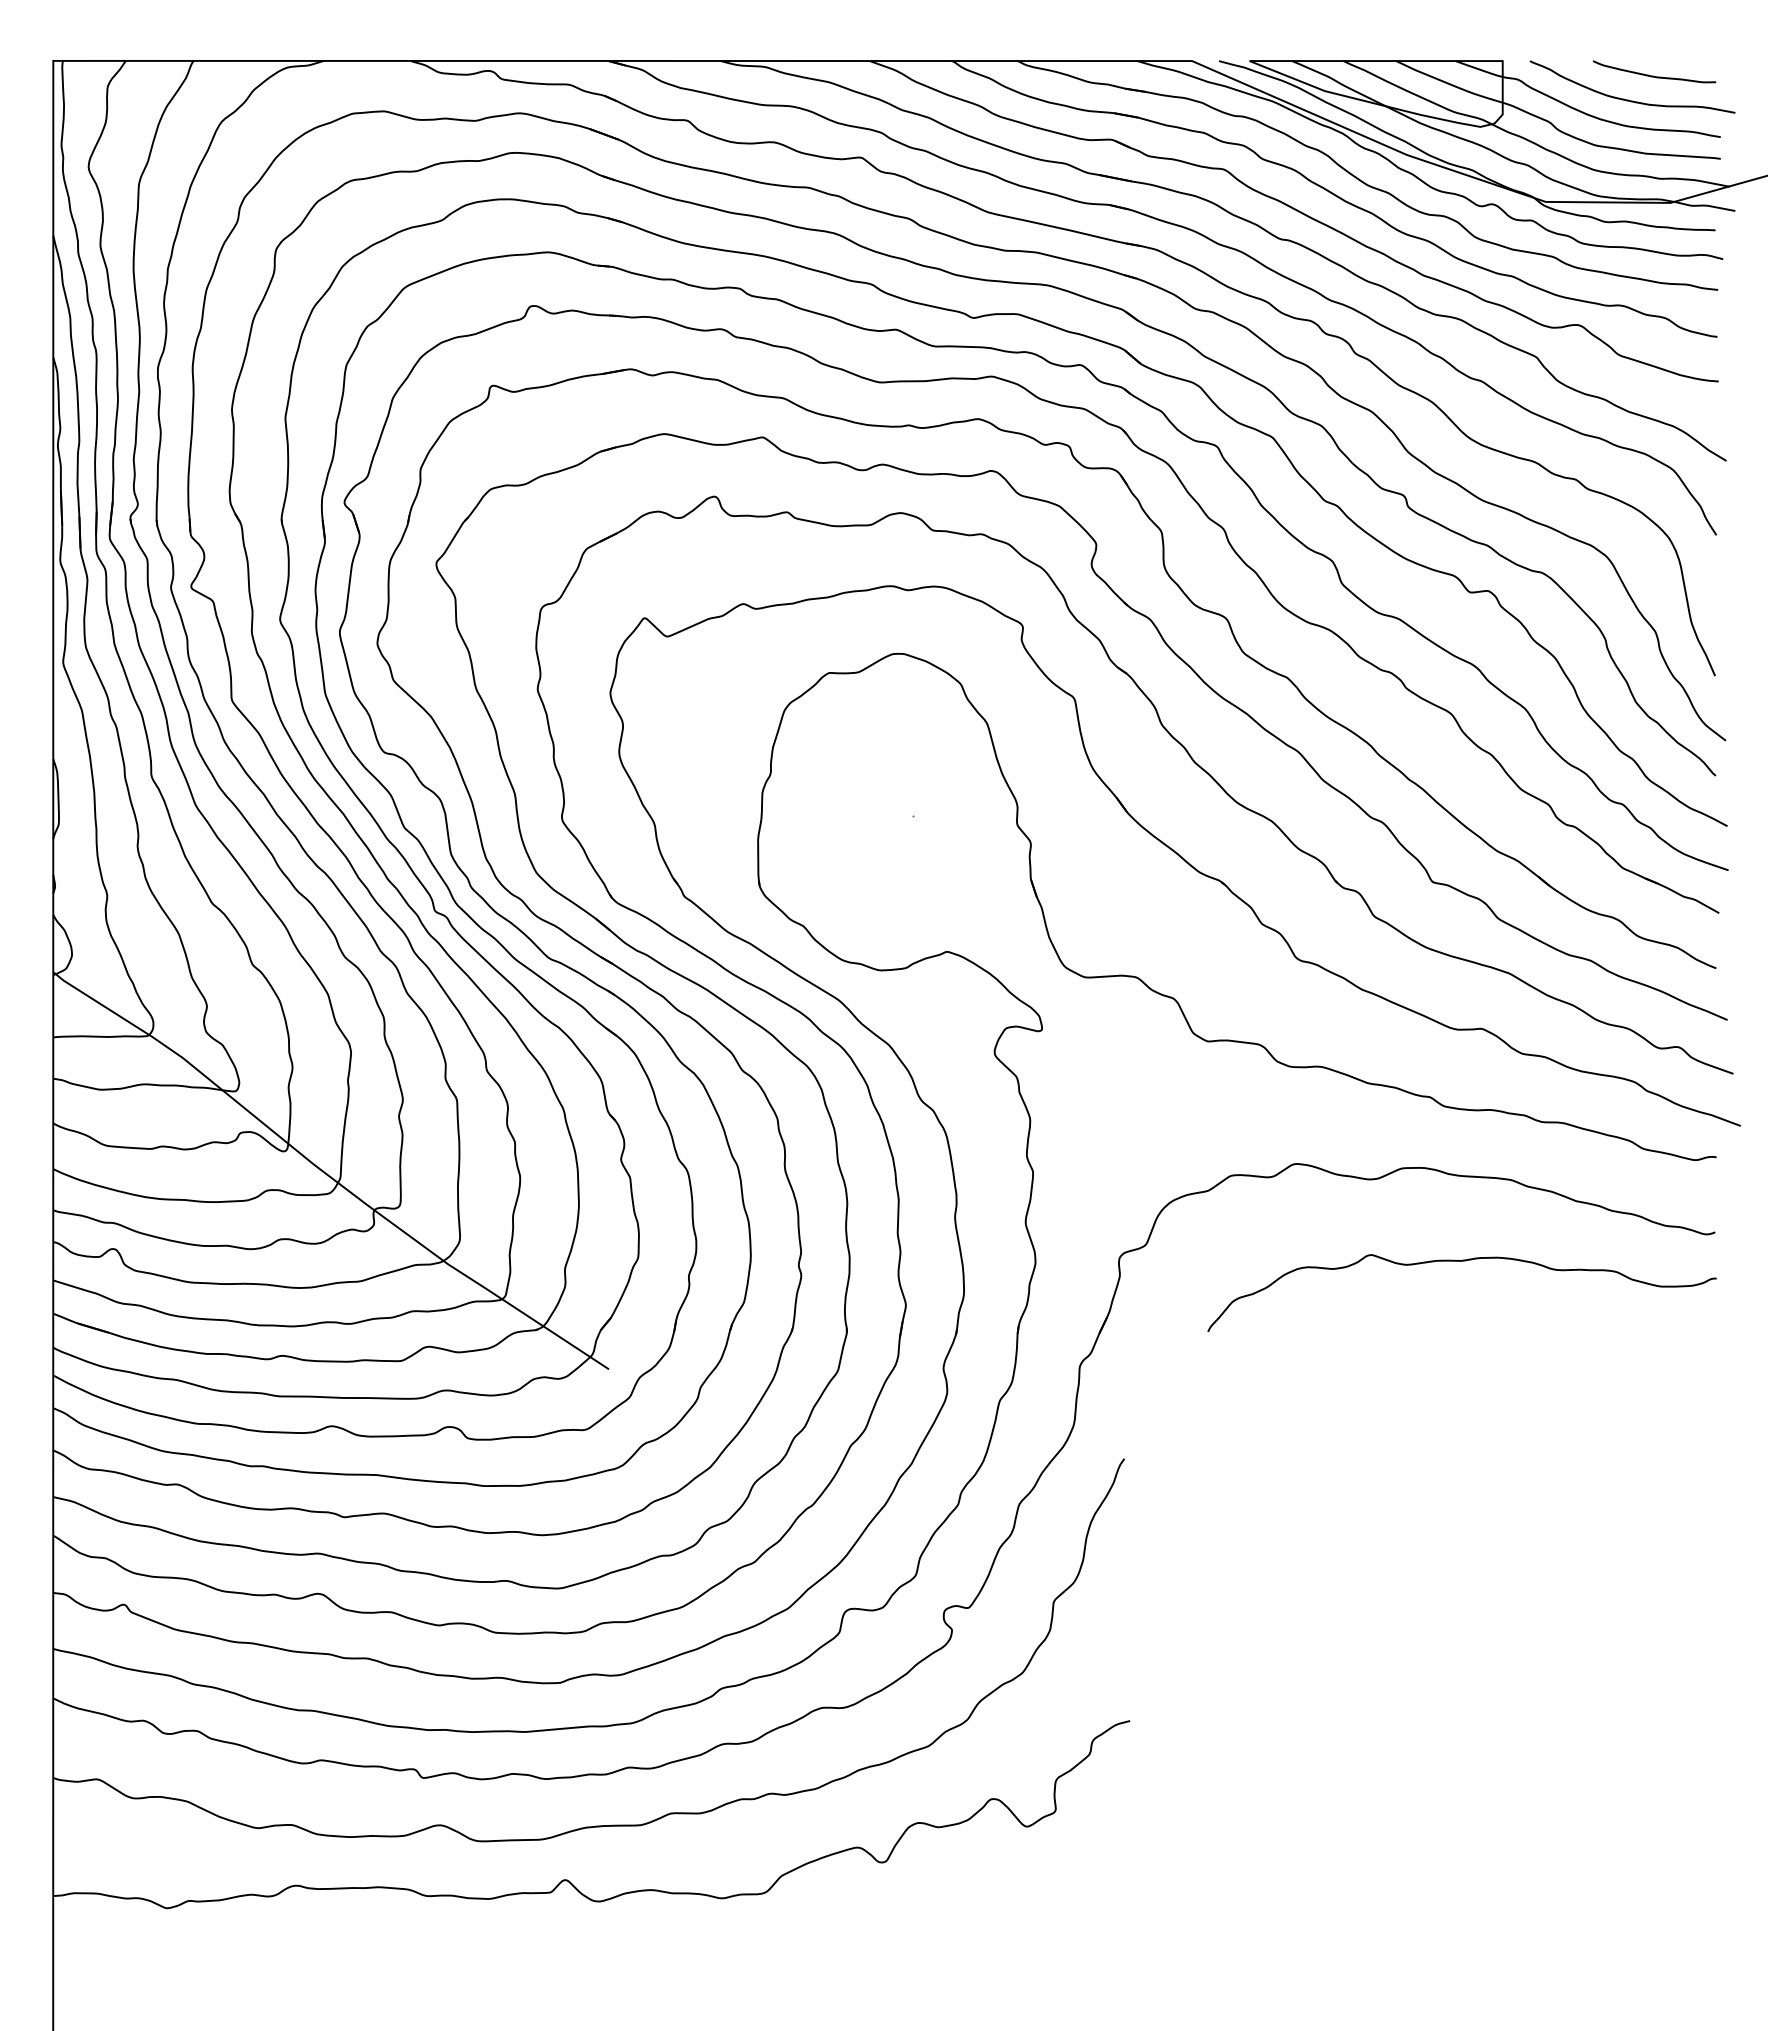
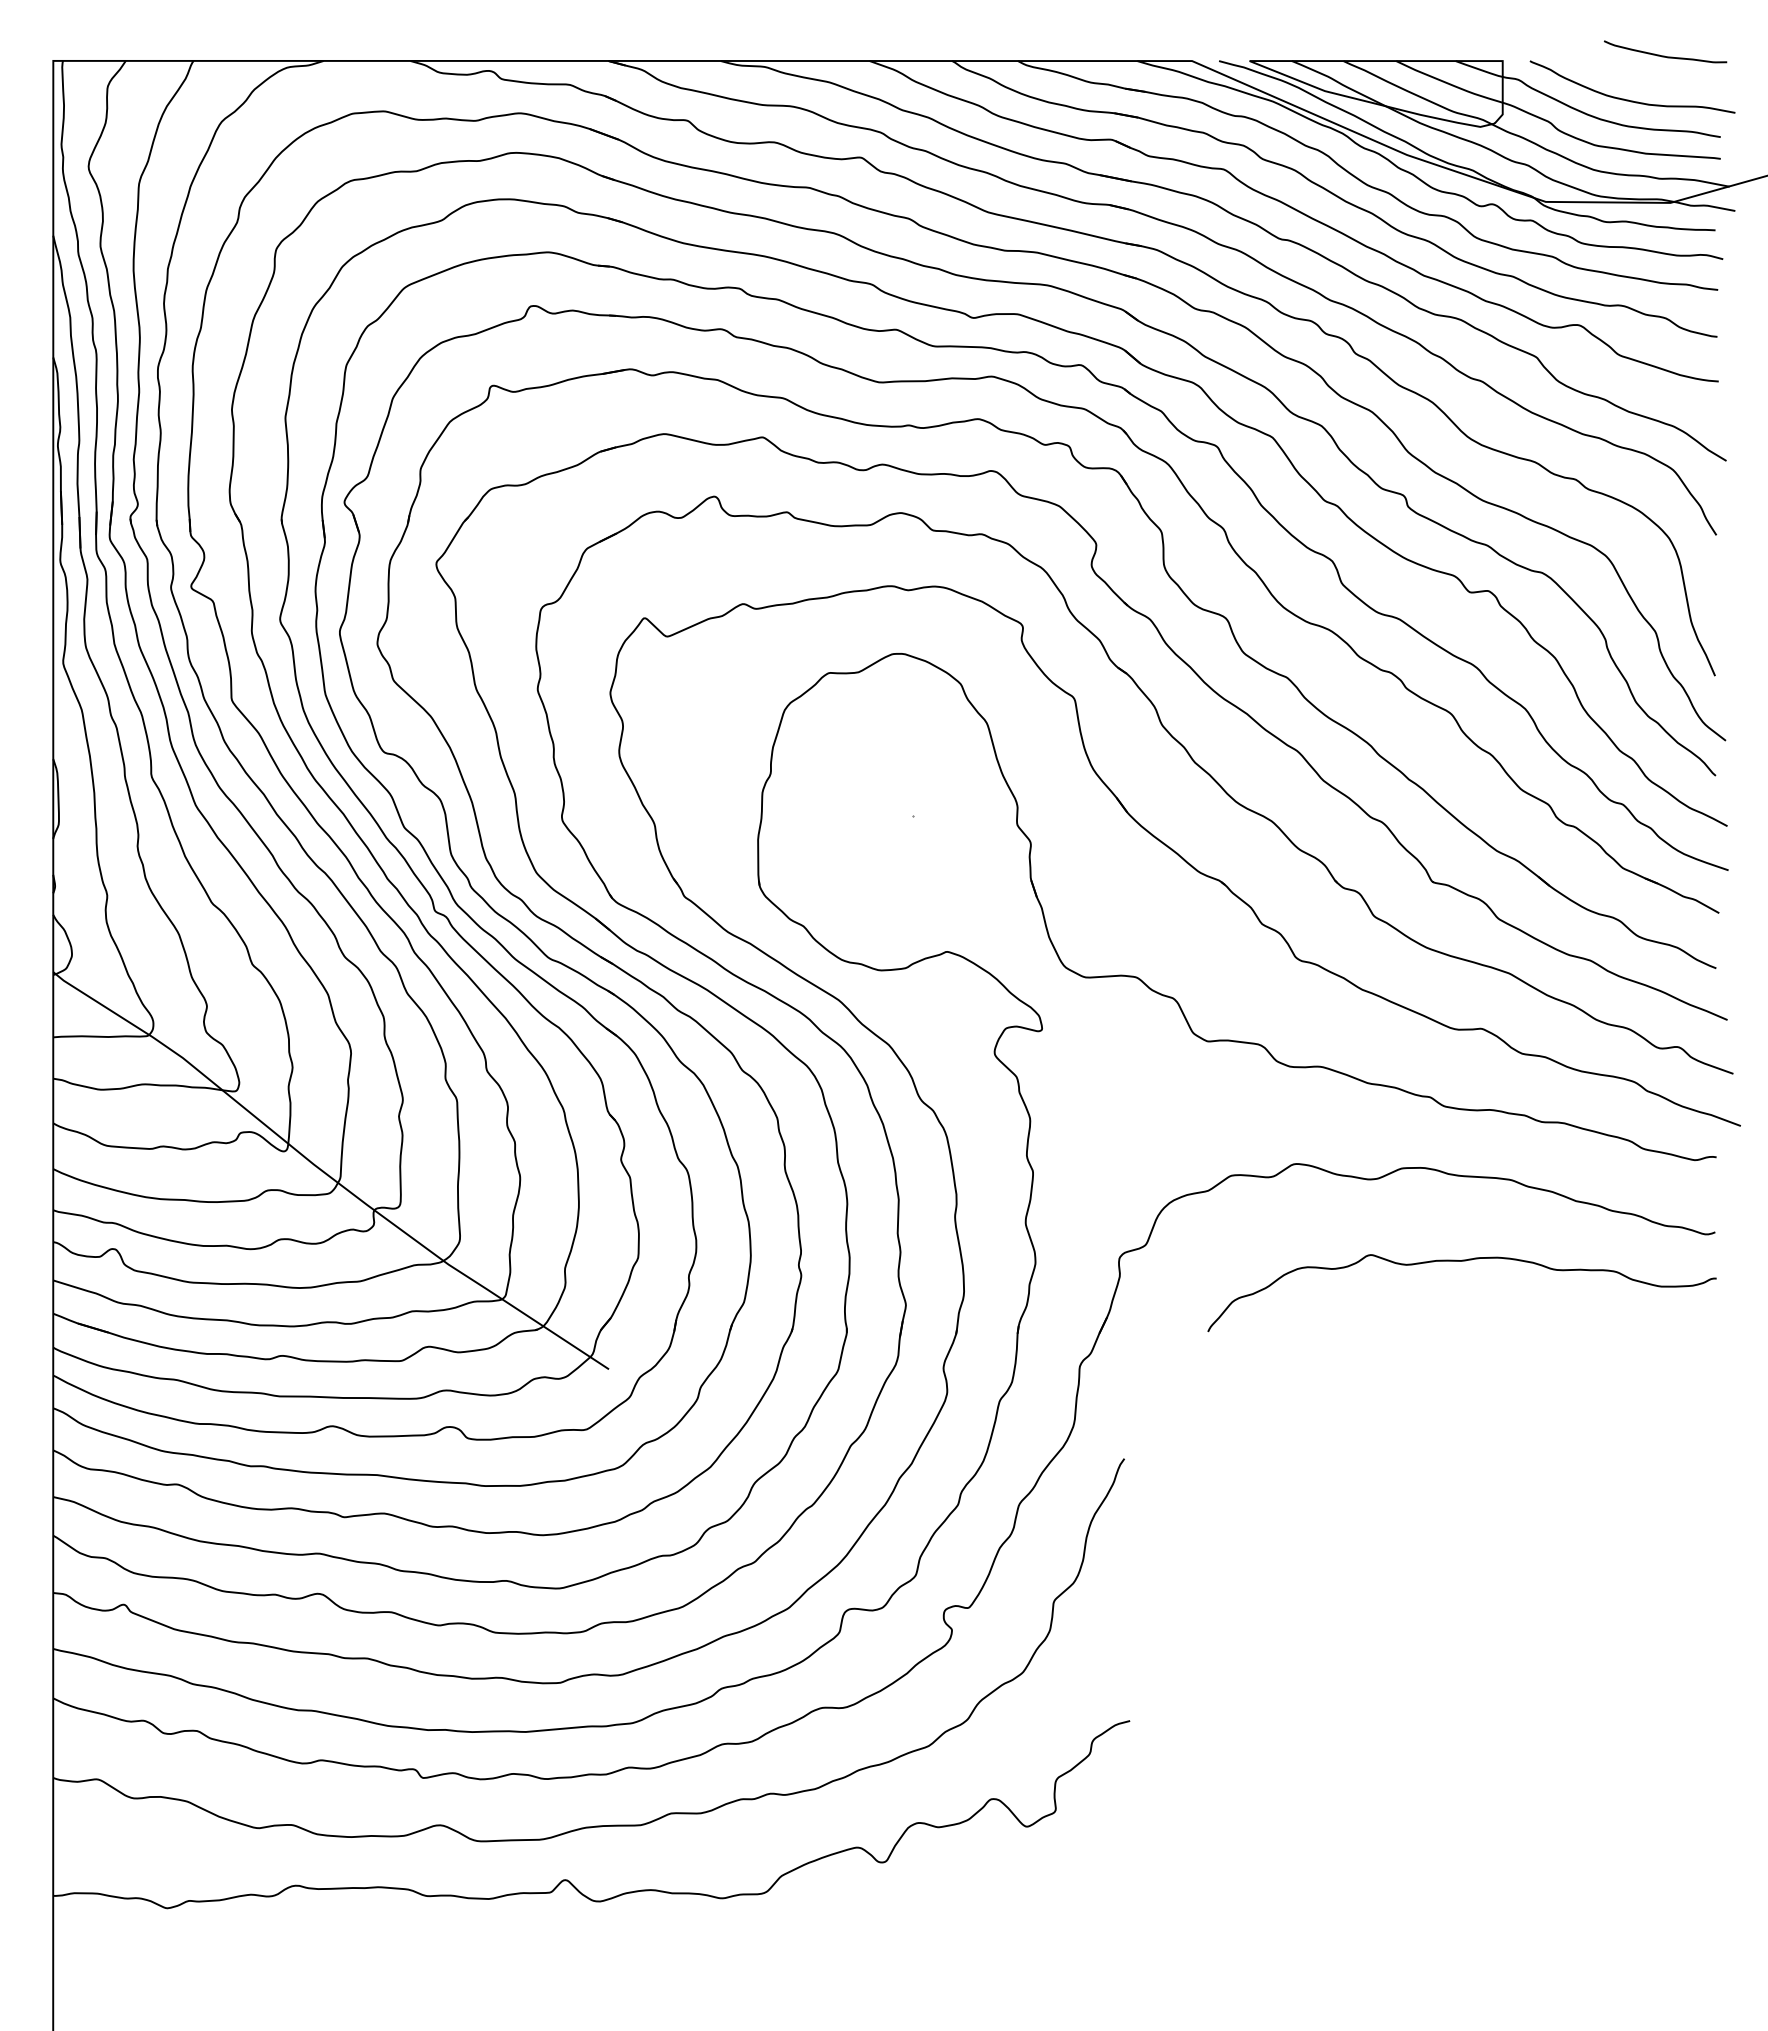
curve at (1653, 75) position: (1653, 75) -> (1664, 55)
